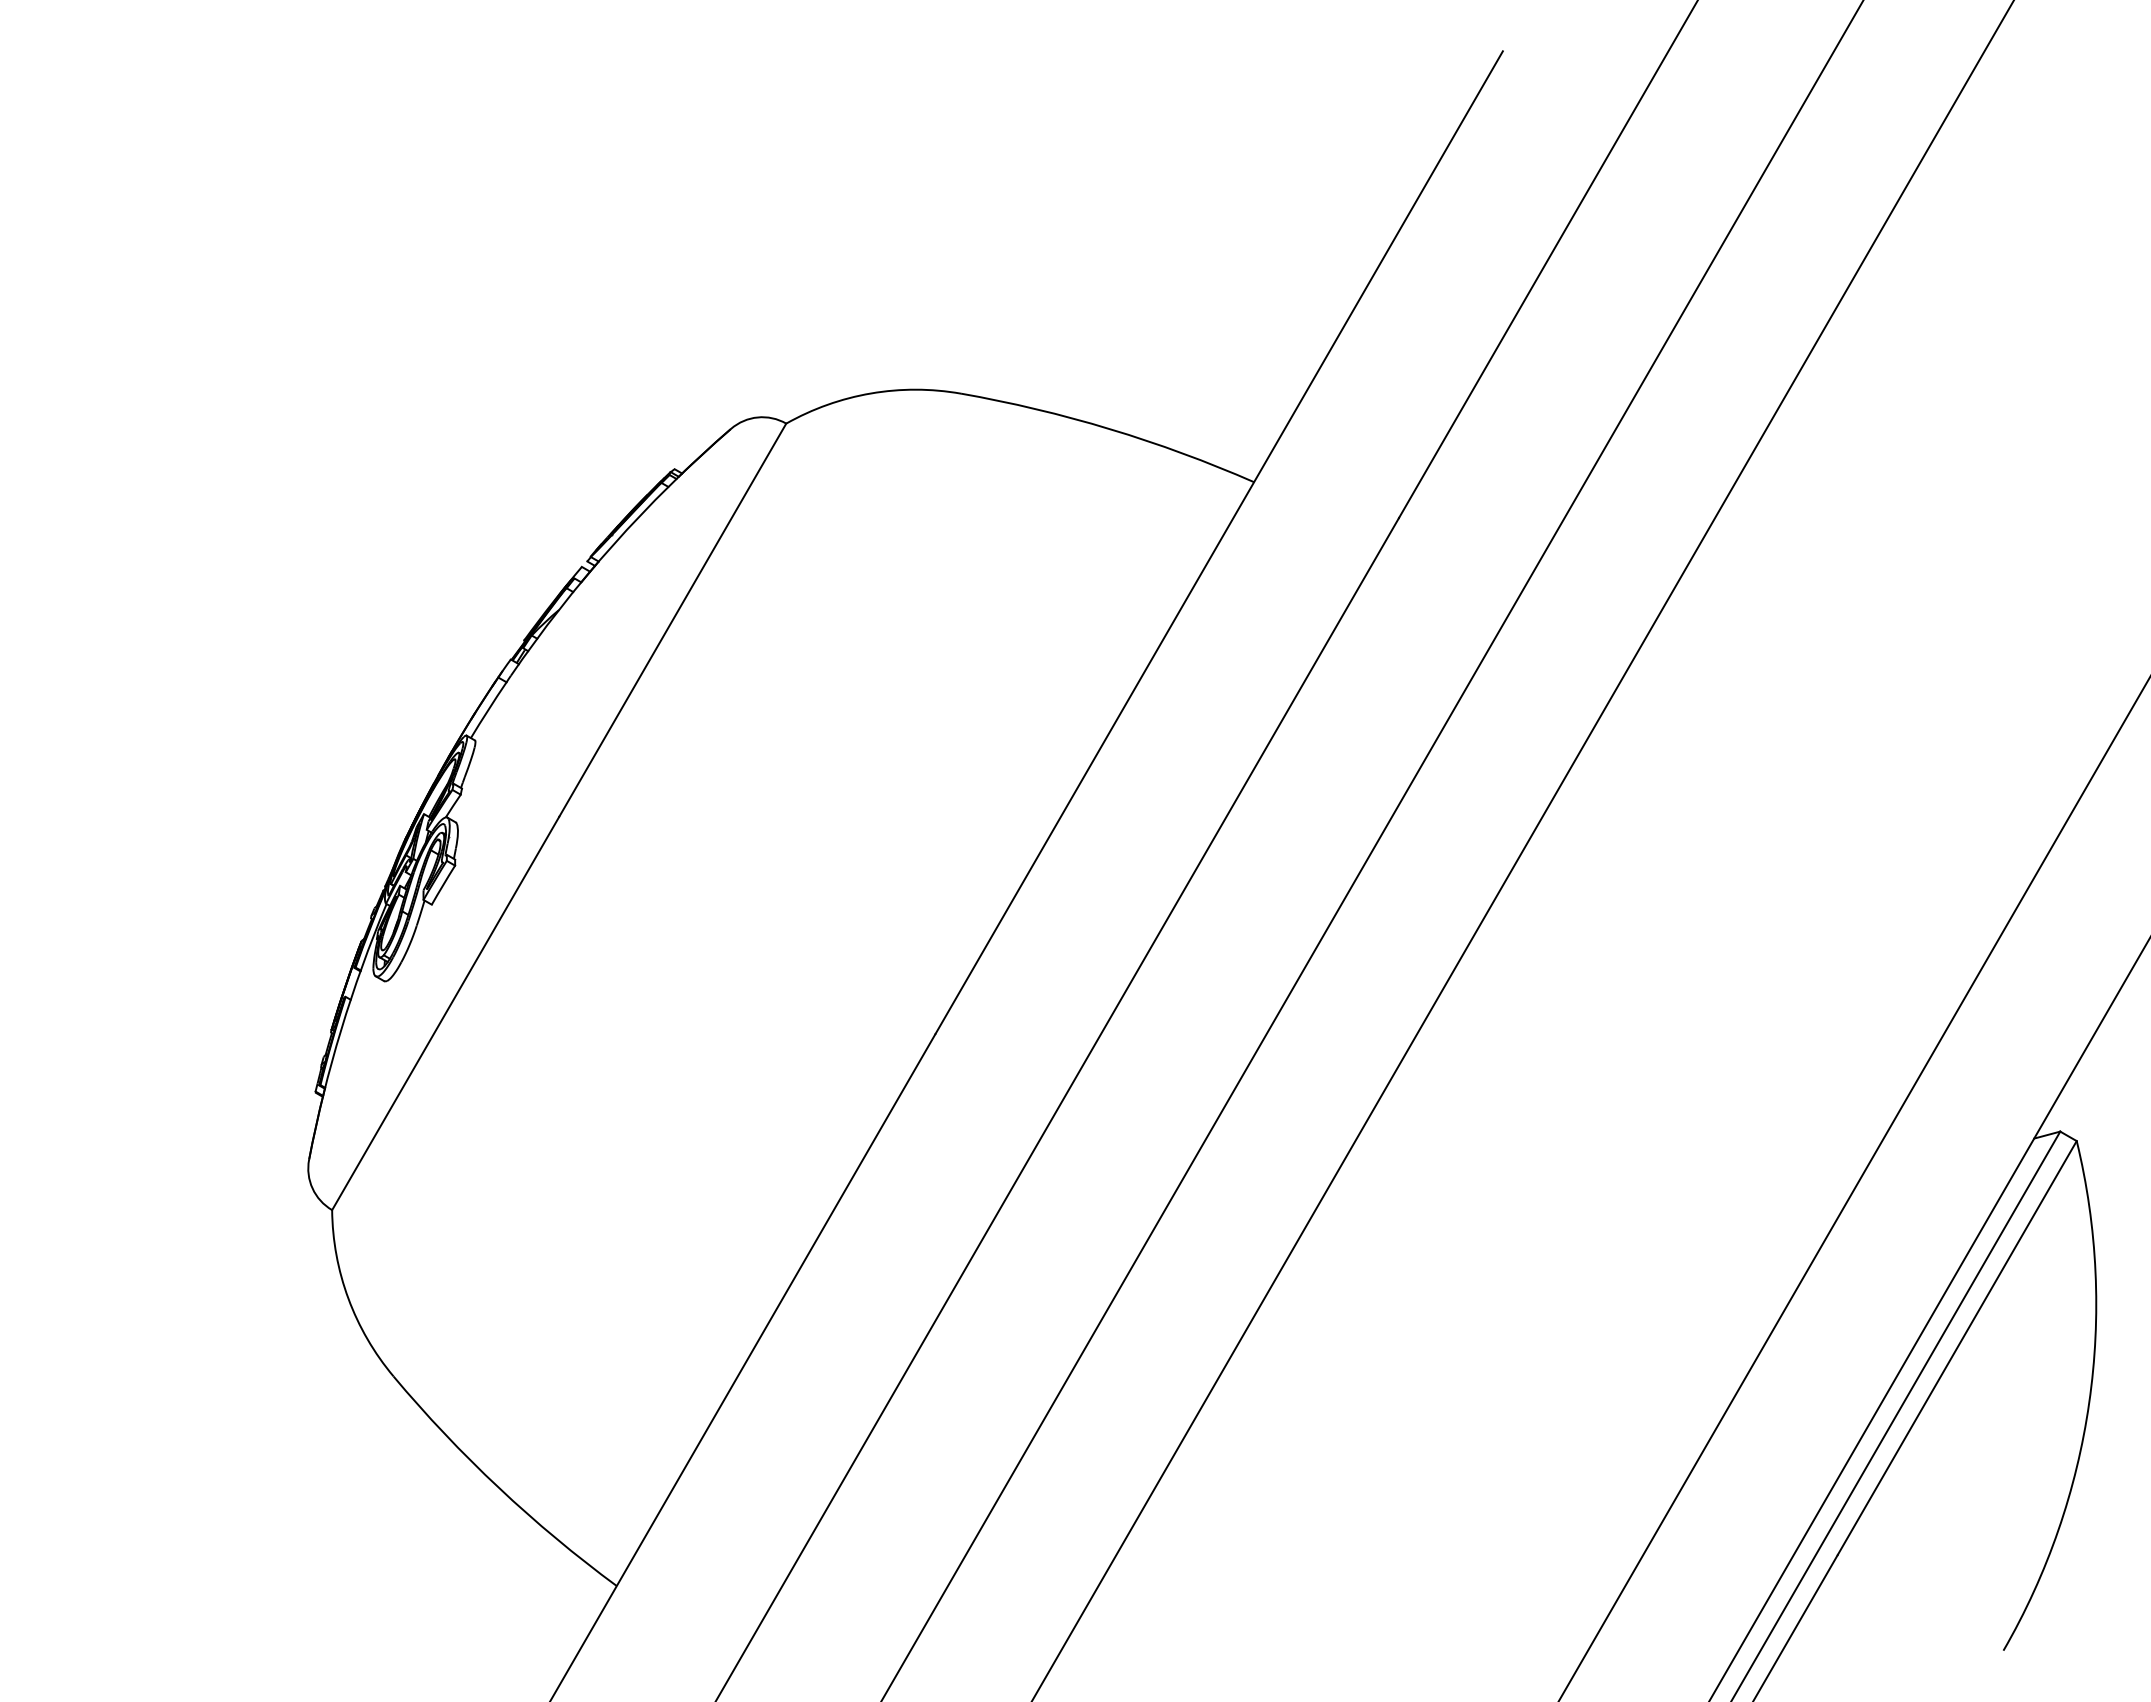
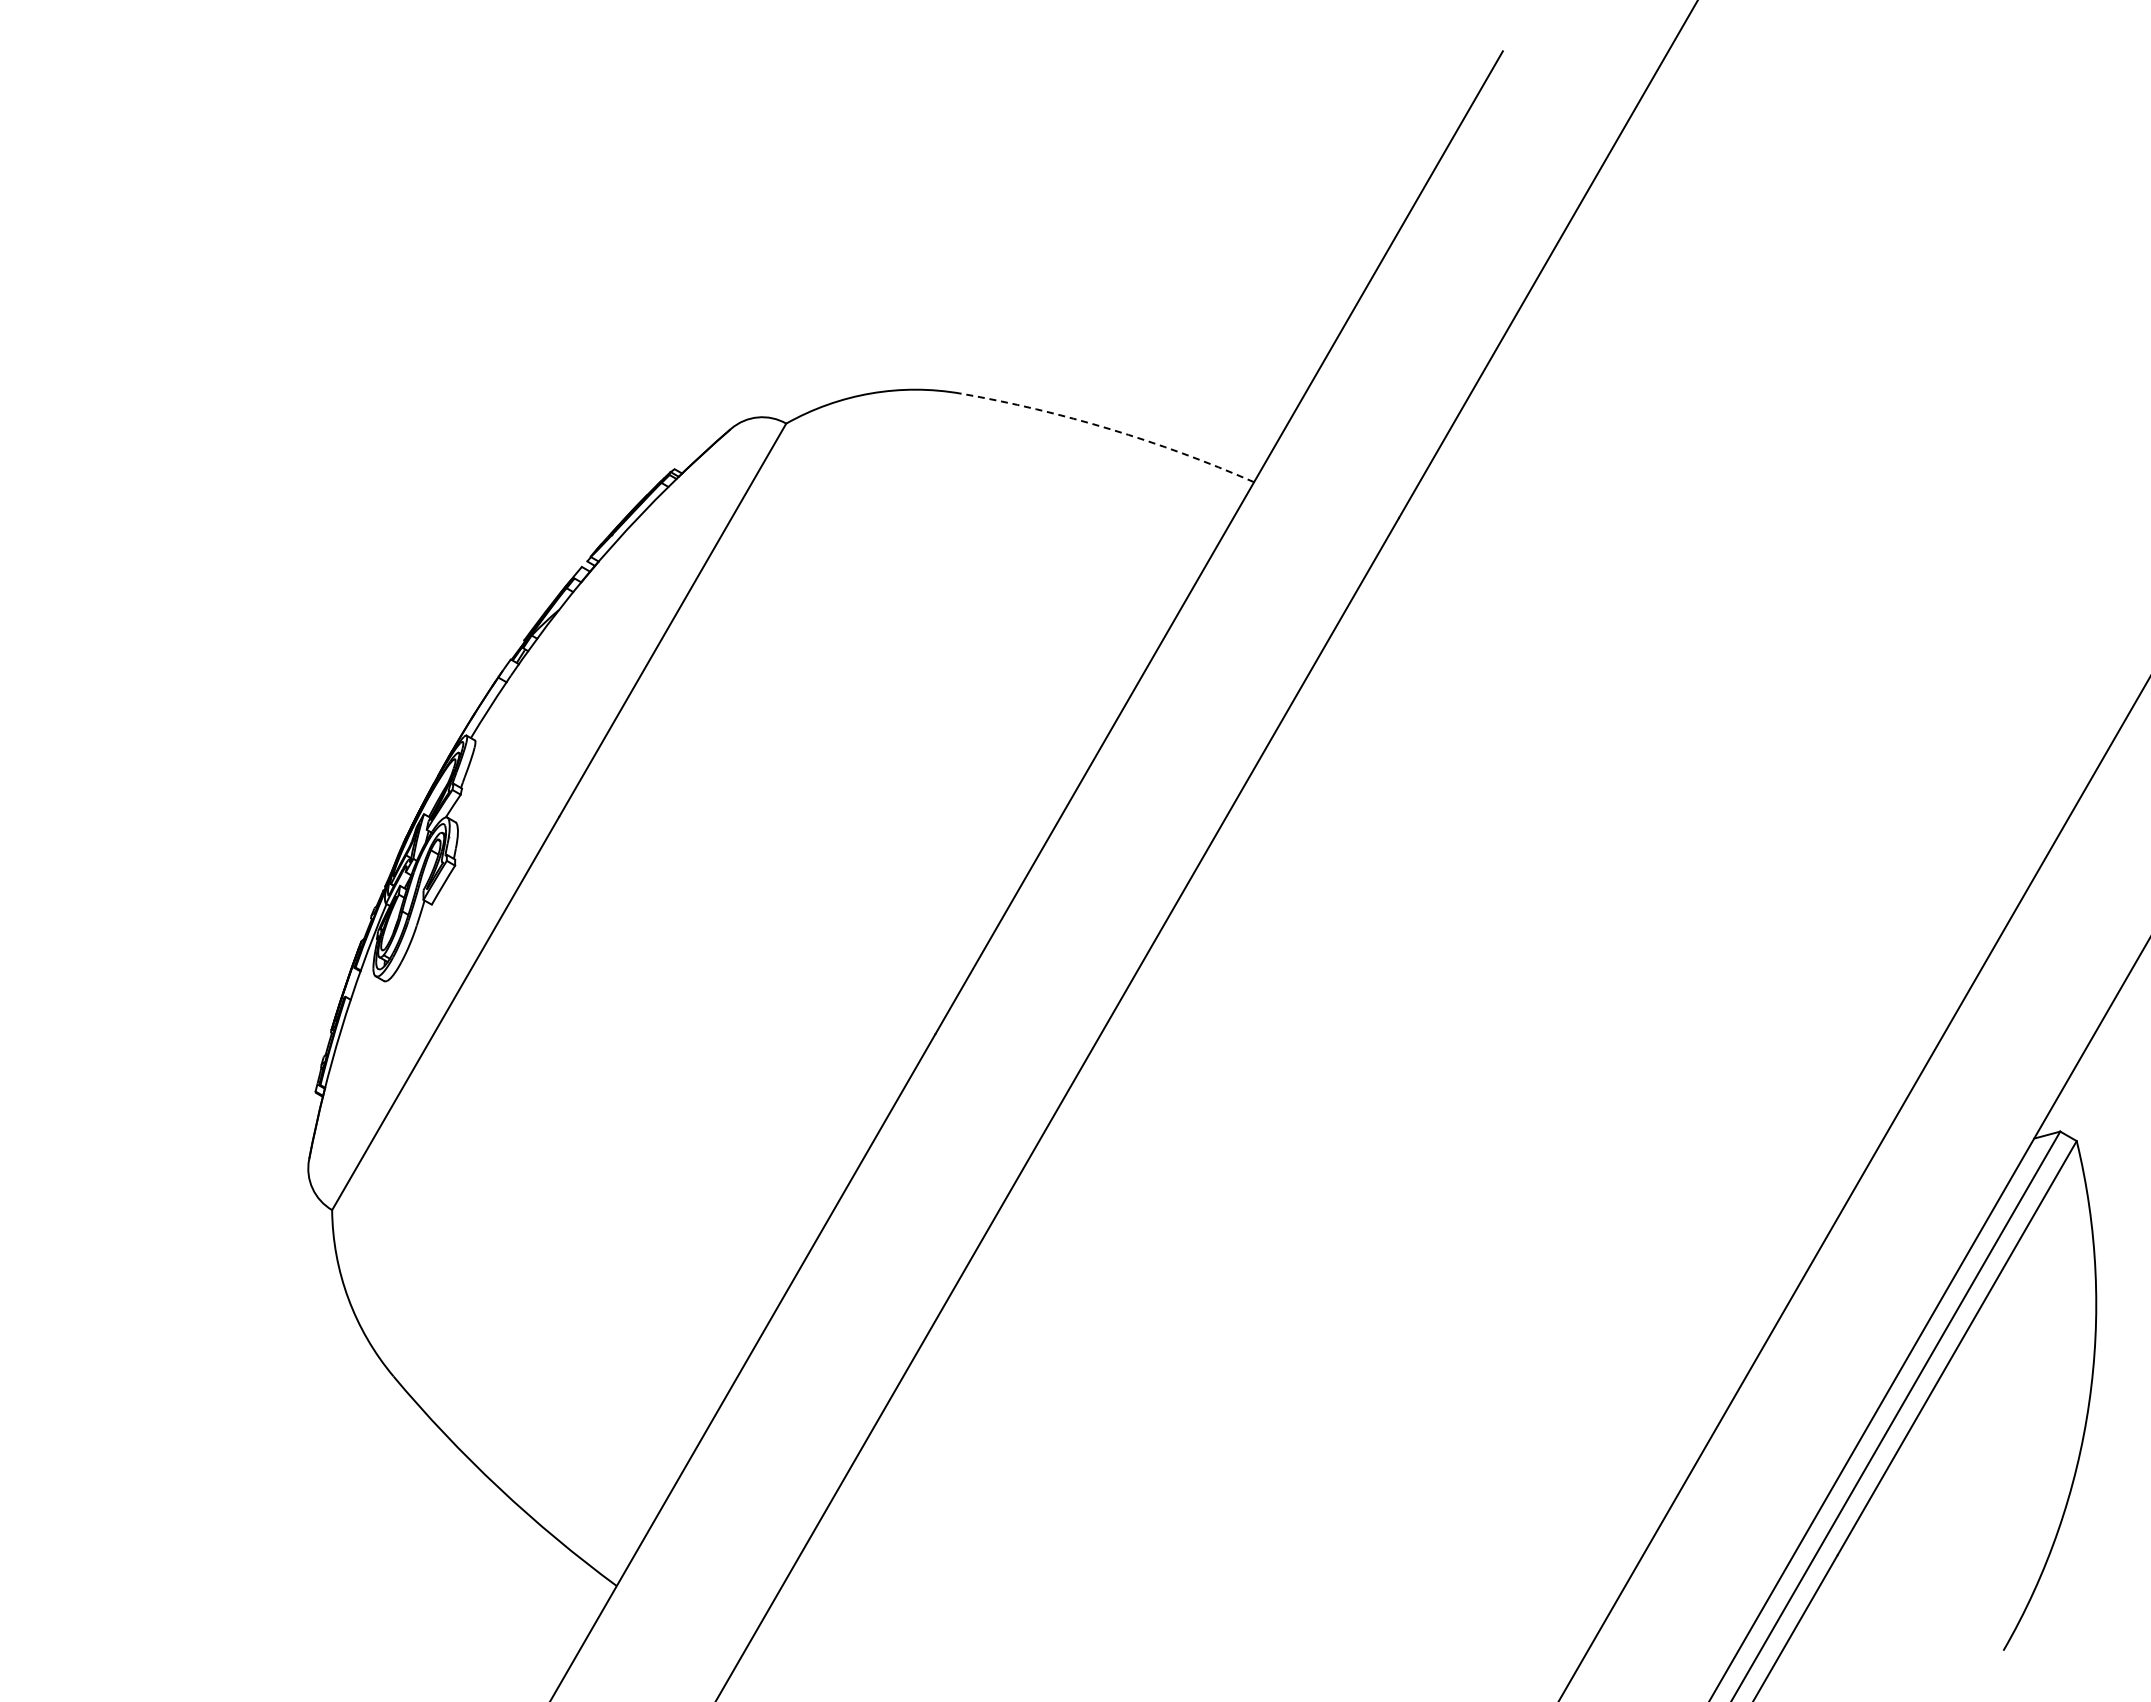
arc at (1110, 429): solid -> dashed
line at (1372, 850): present -> none
line at (1522, 850): present -> none
